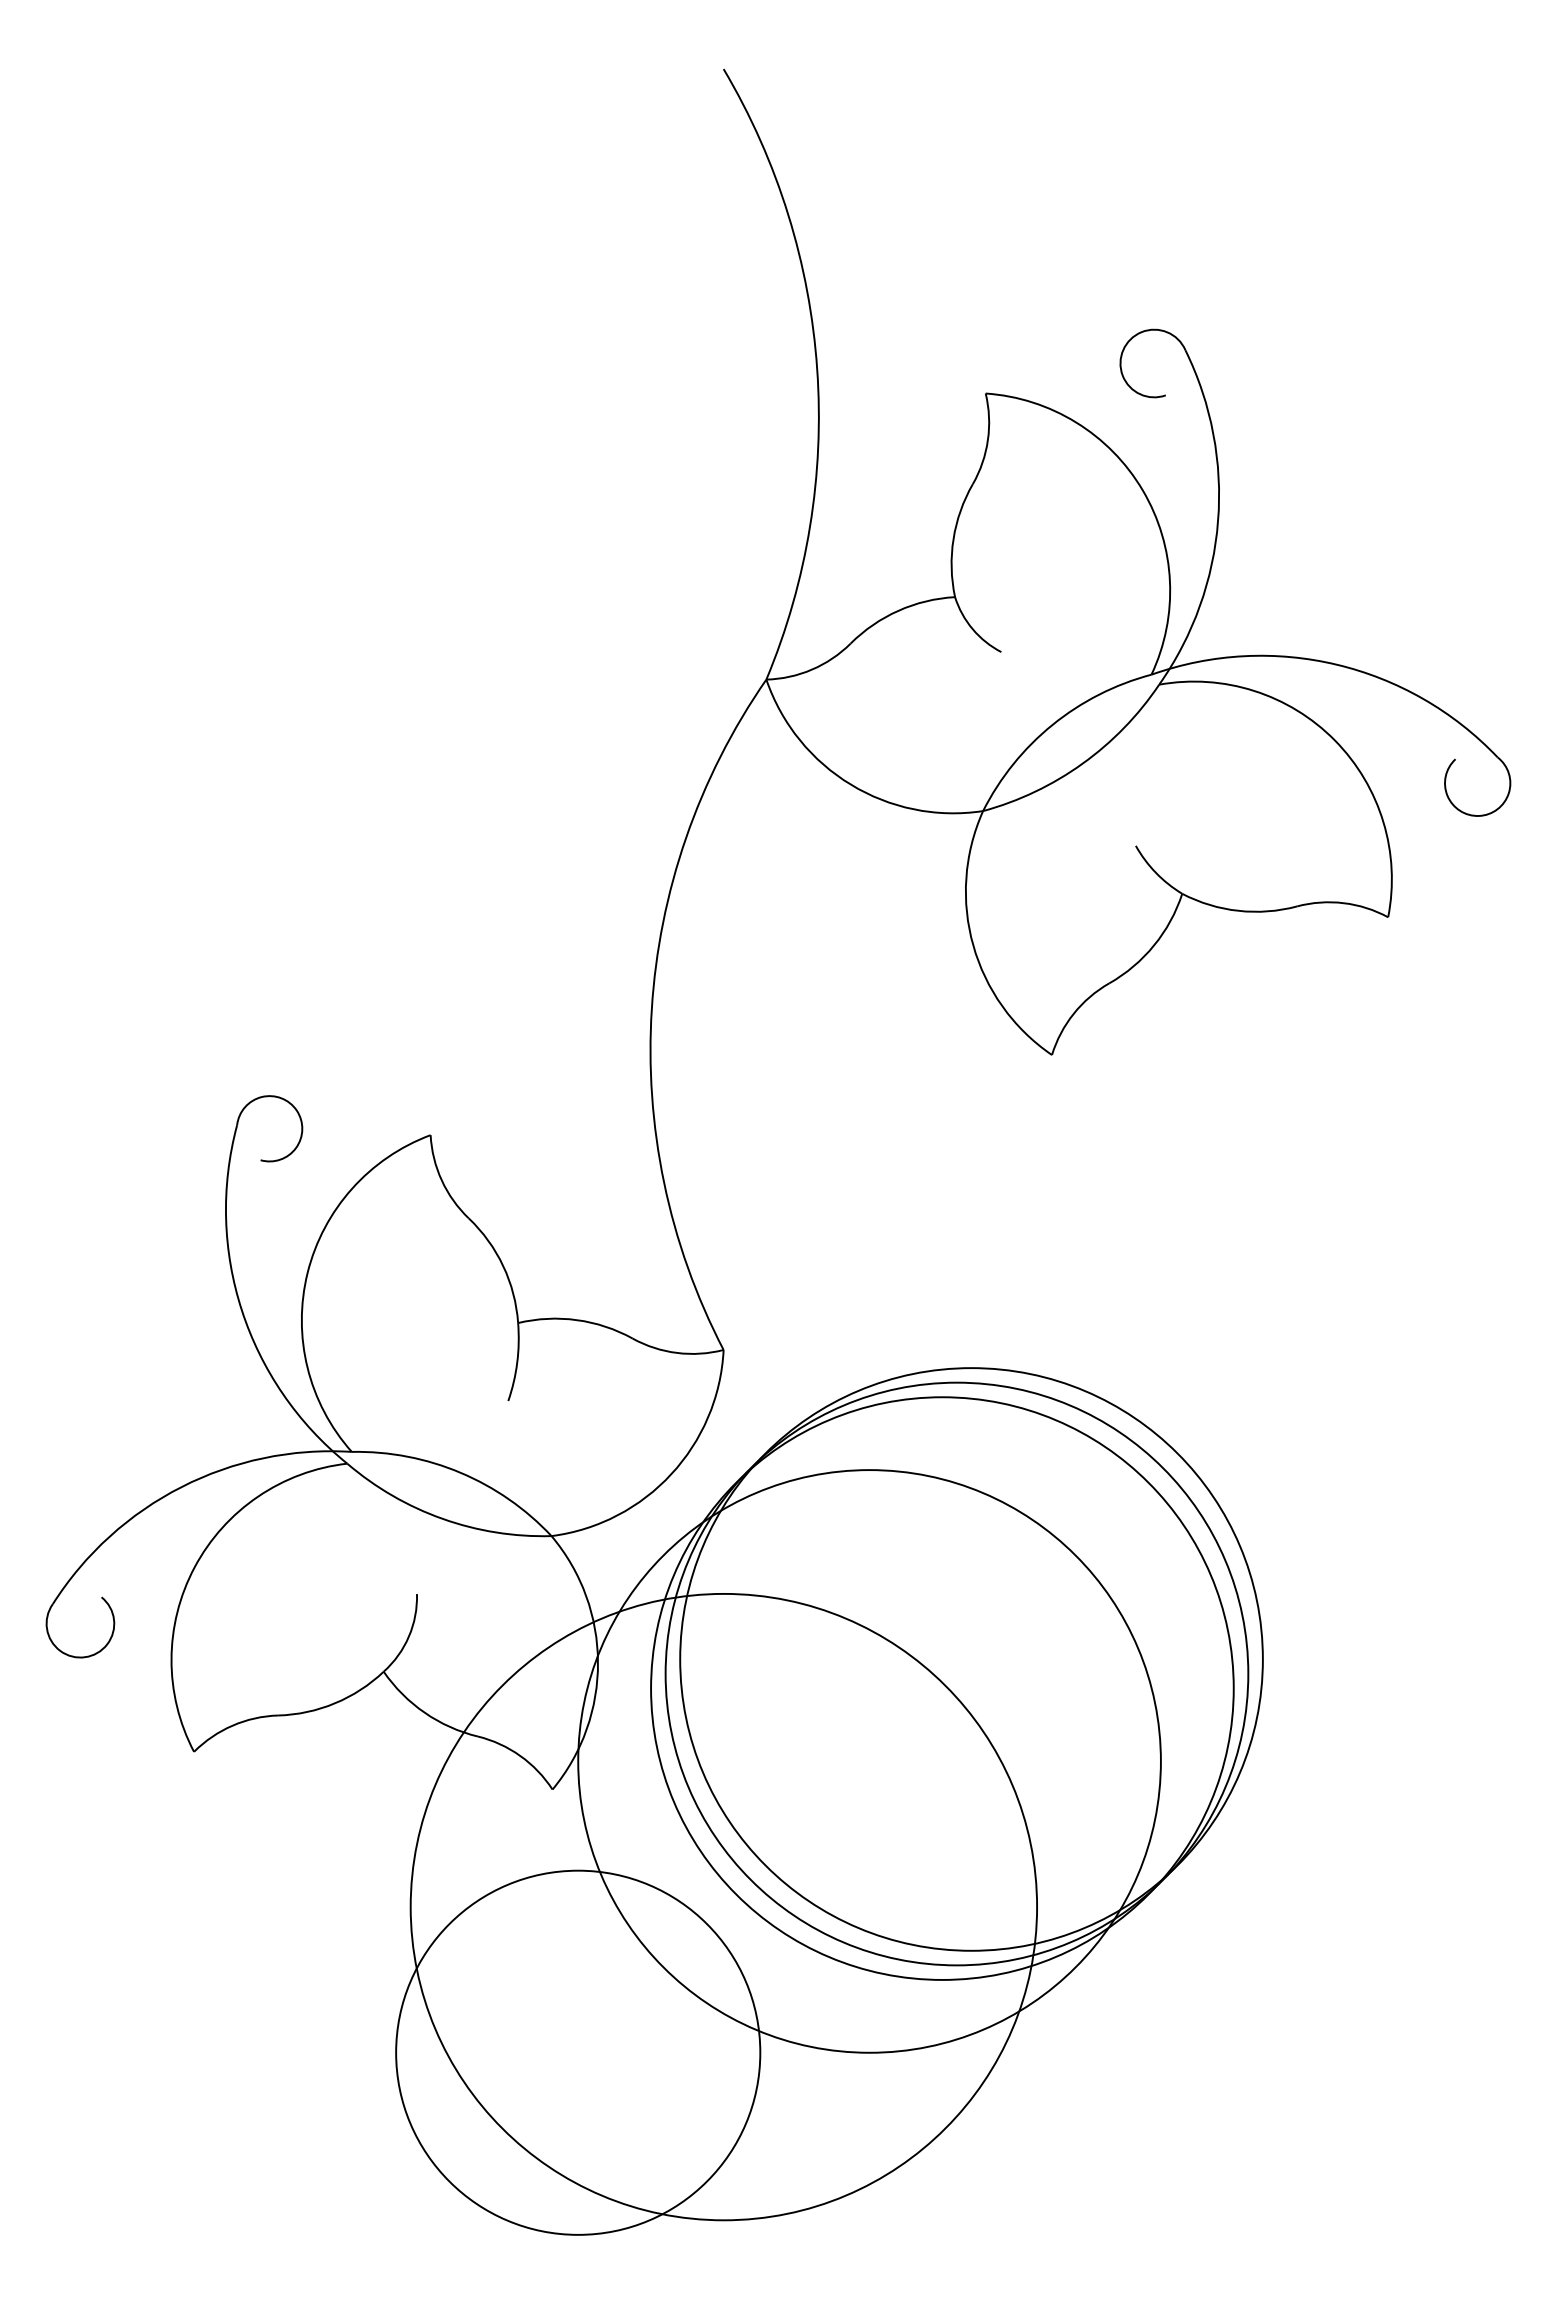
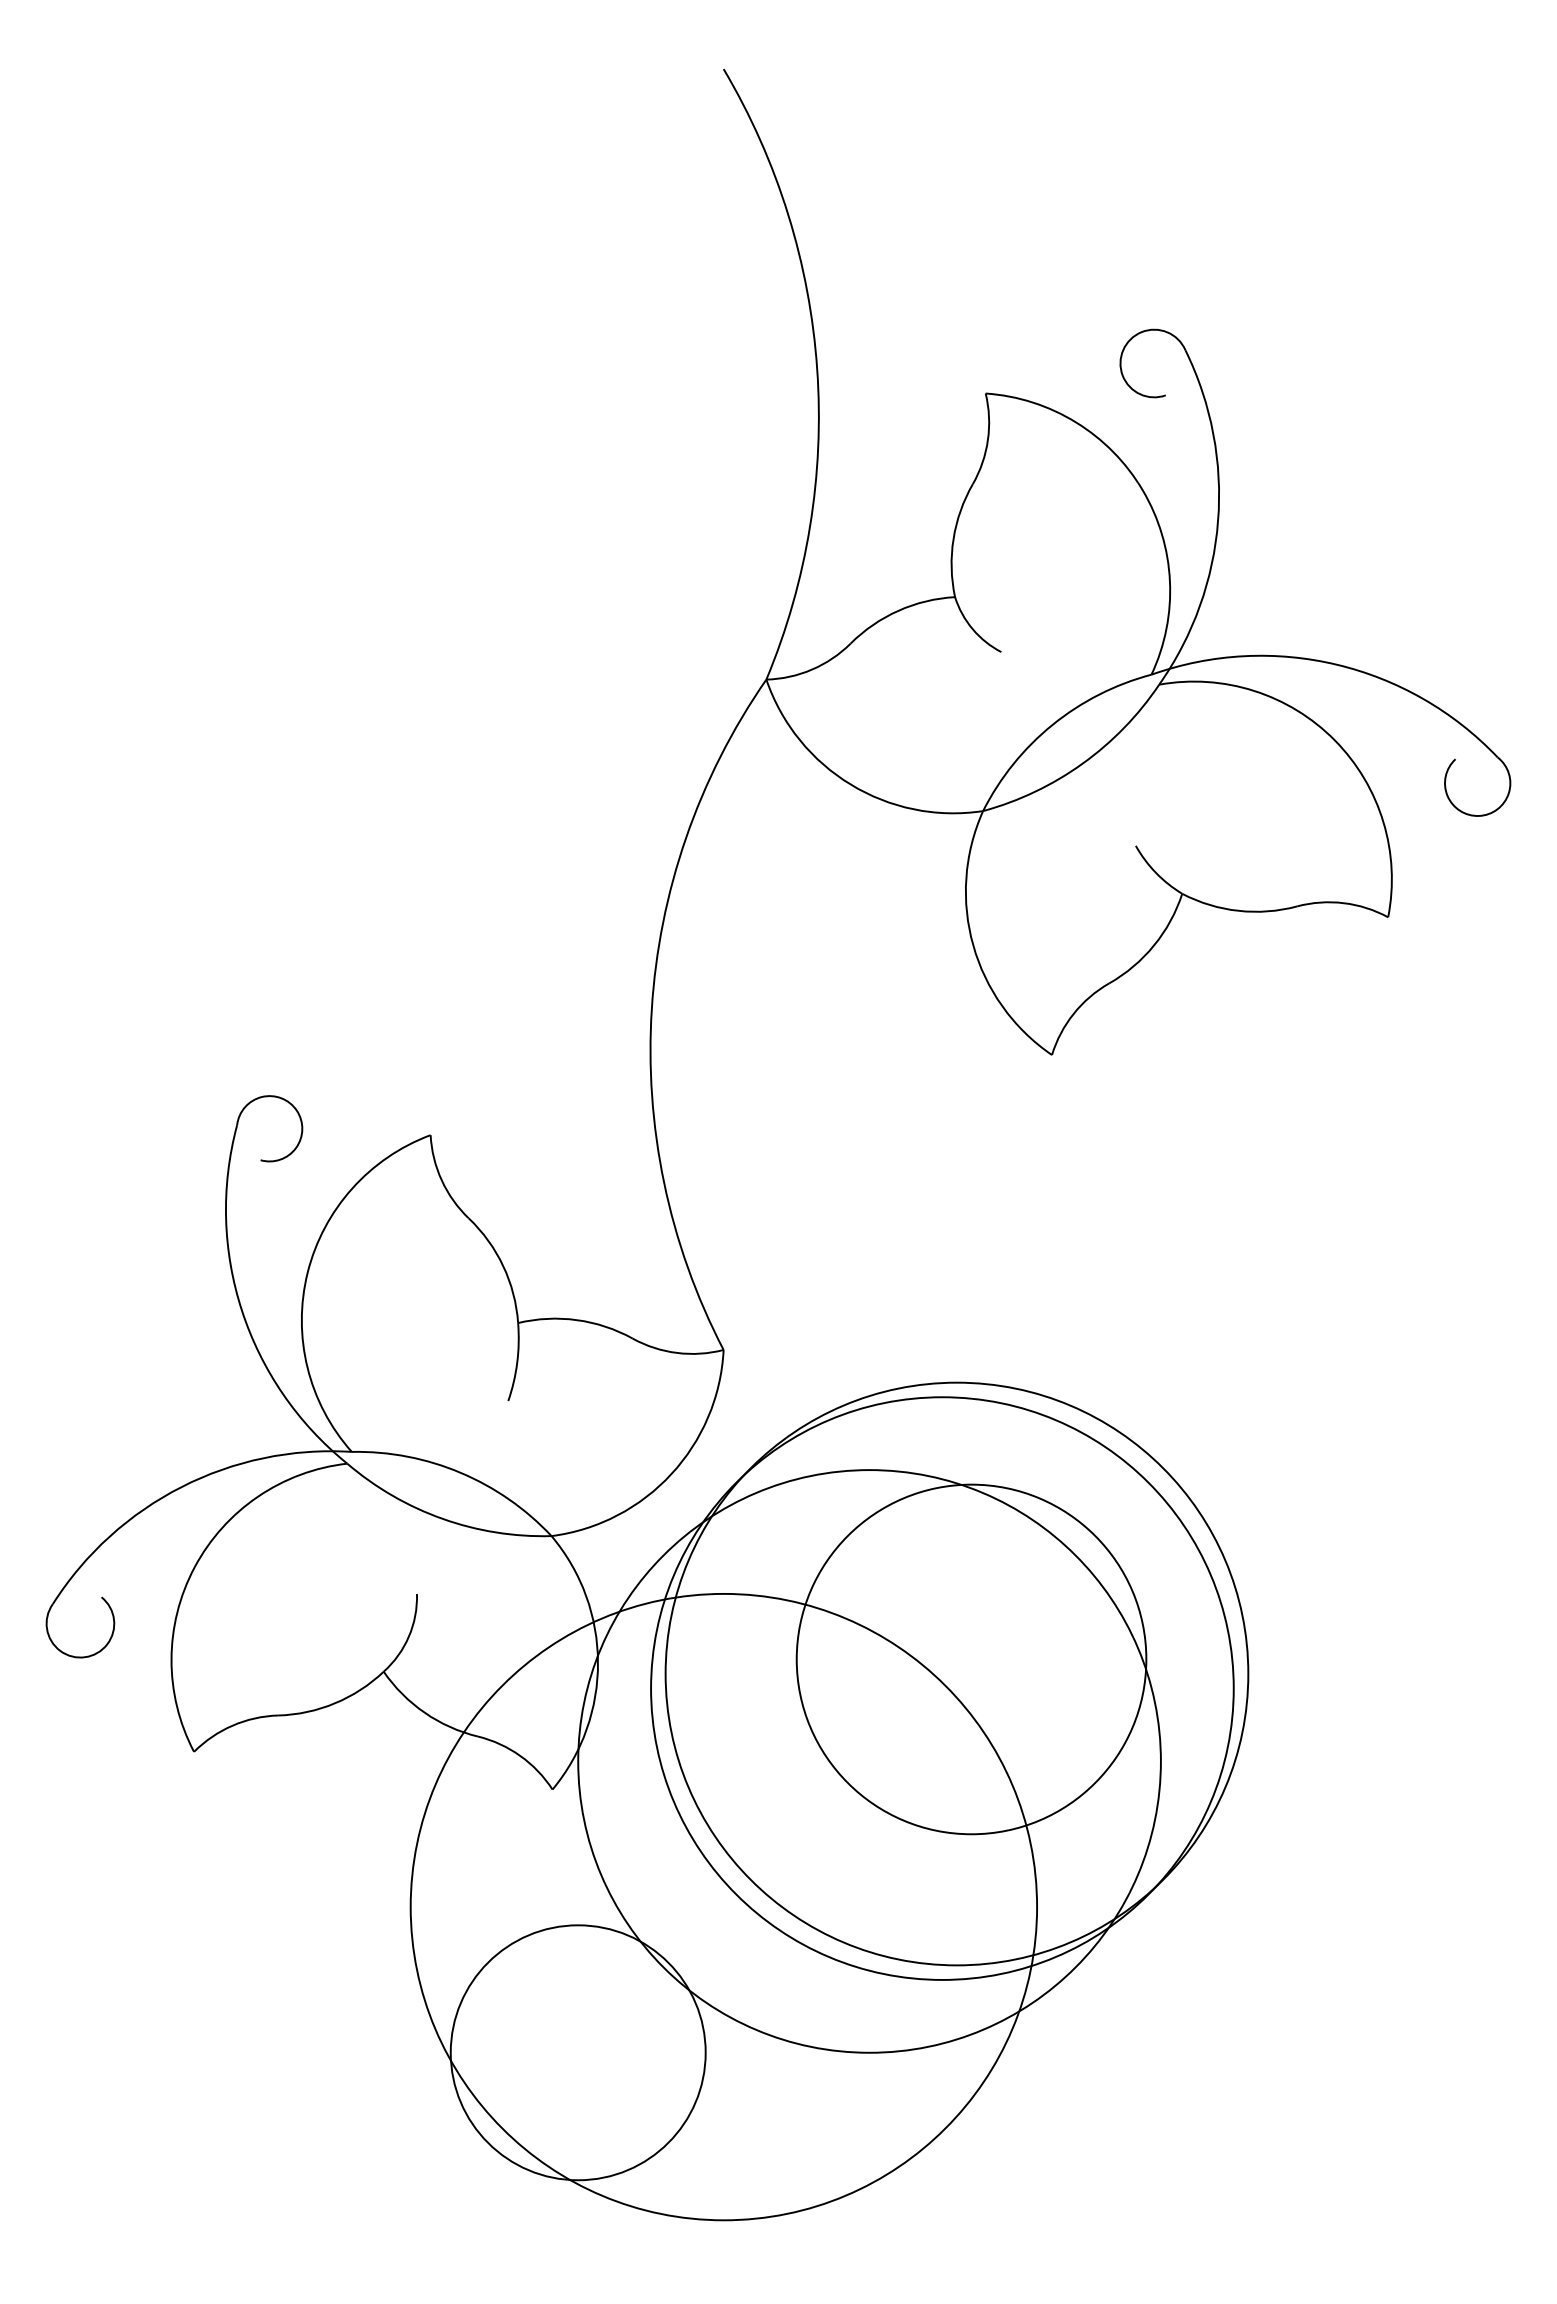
circle at (971, 1659) diameter: 583 px -> 350 px
circle at (578, 2052) diameter: 364 px -> 255 px
